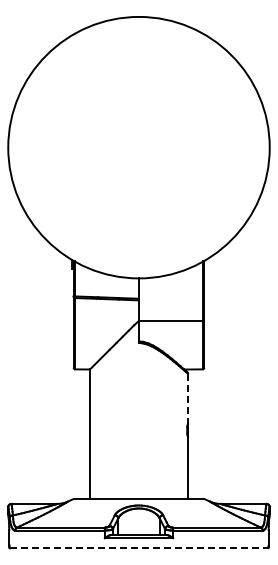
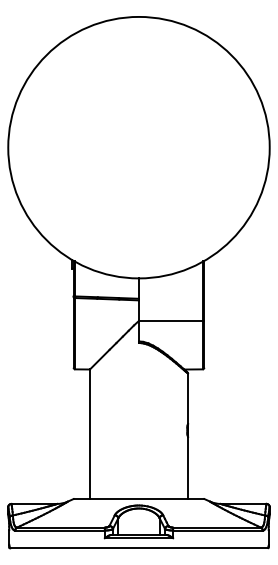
line at (188, 399): dashed -> solid
line at (139, 548): dashed -> solid
